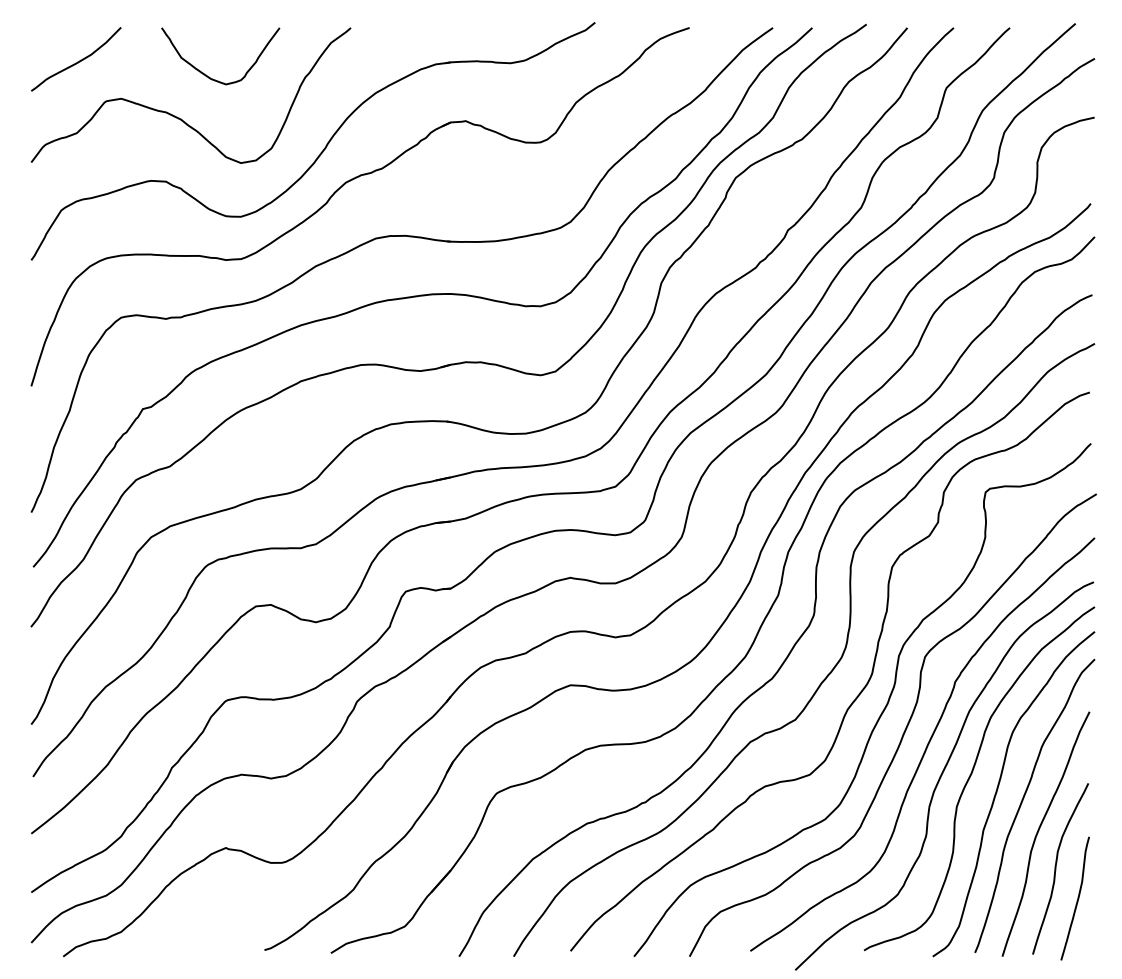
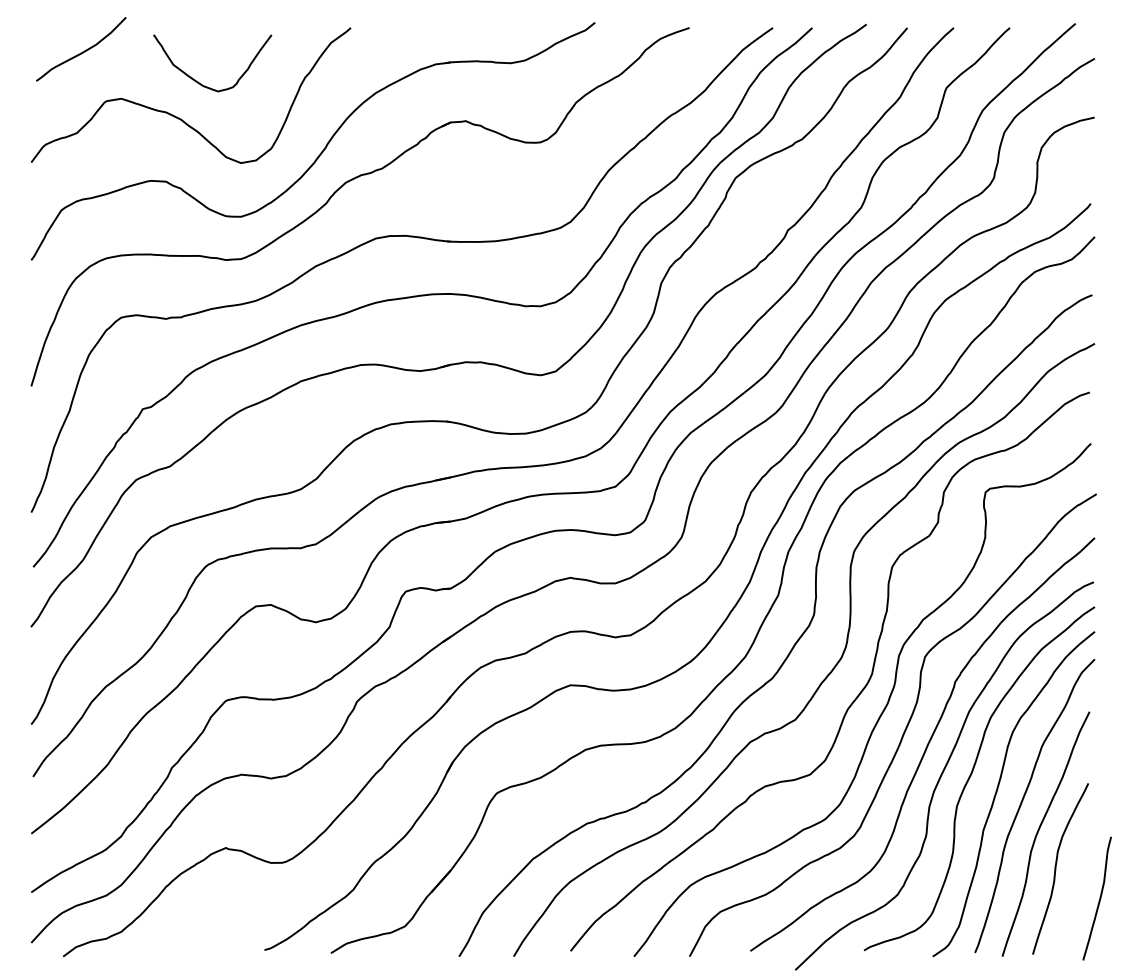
curve at (77, 61) position: (77, 61) -> (82, 51)
curve at (206, 74) position: (206, 74) -> (198, 81)
curve at (1076, 900) position: (1076, 900) -> (1098, 900)
